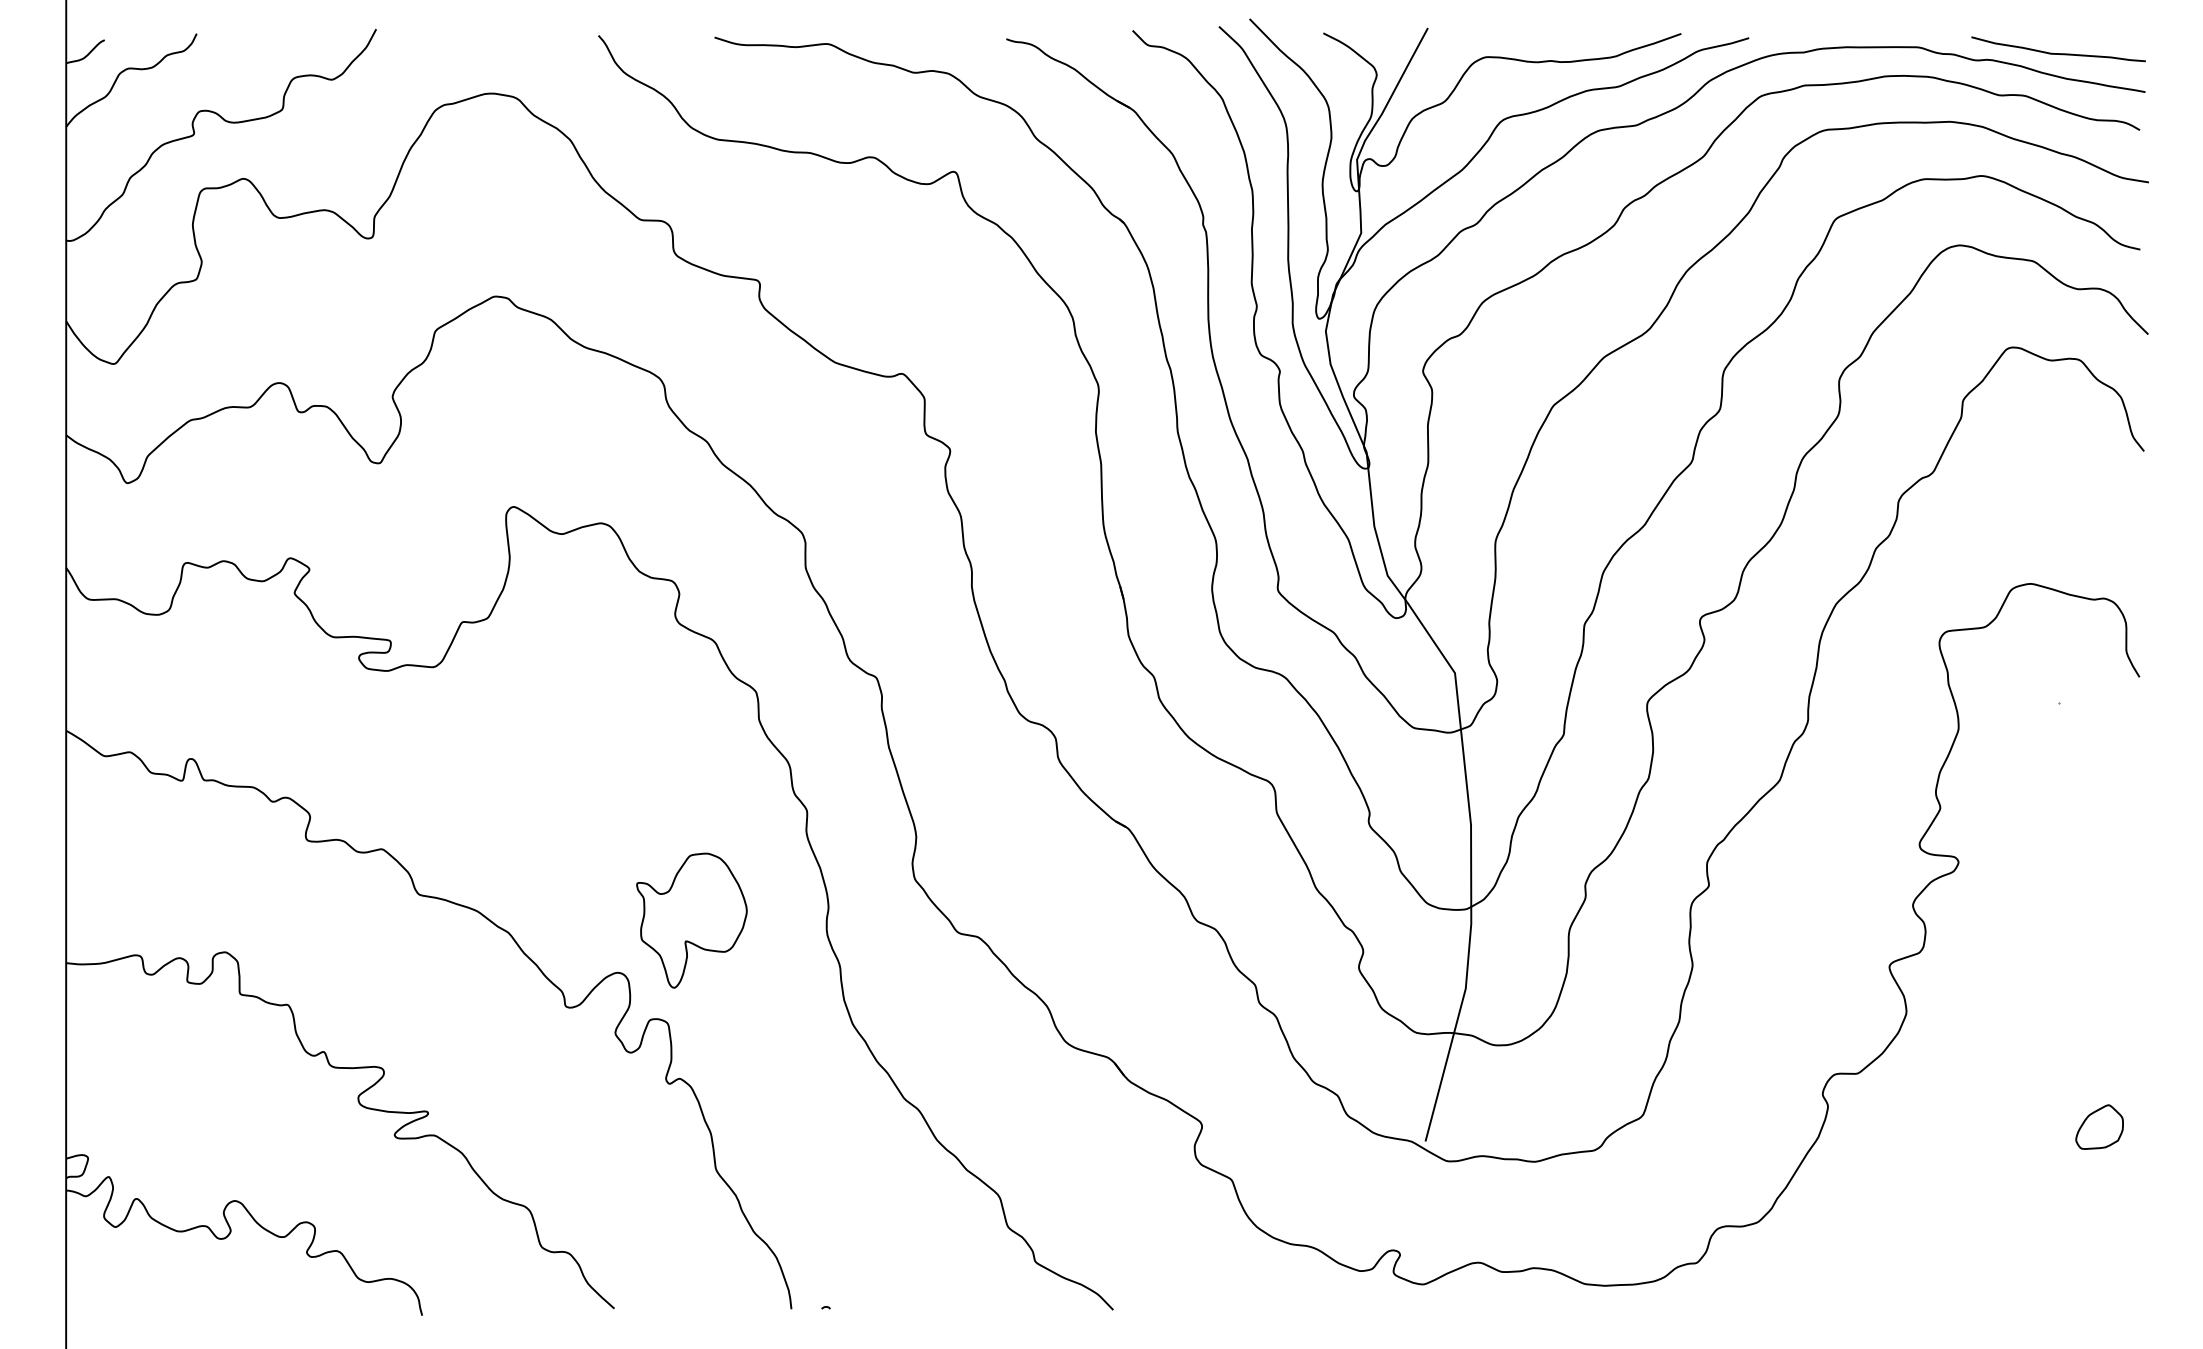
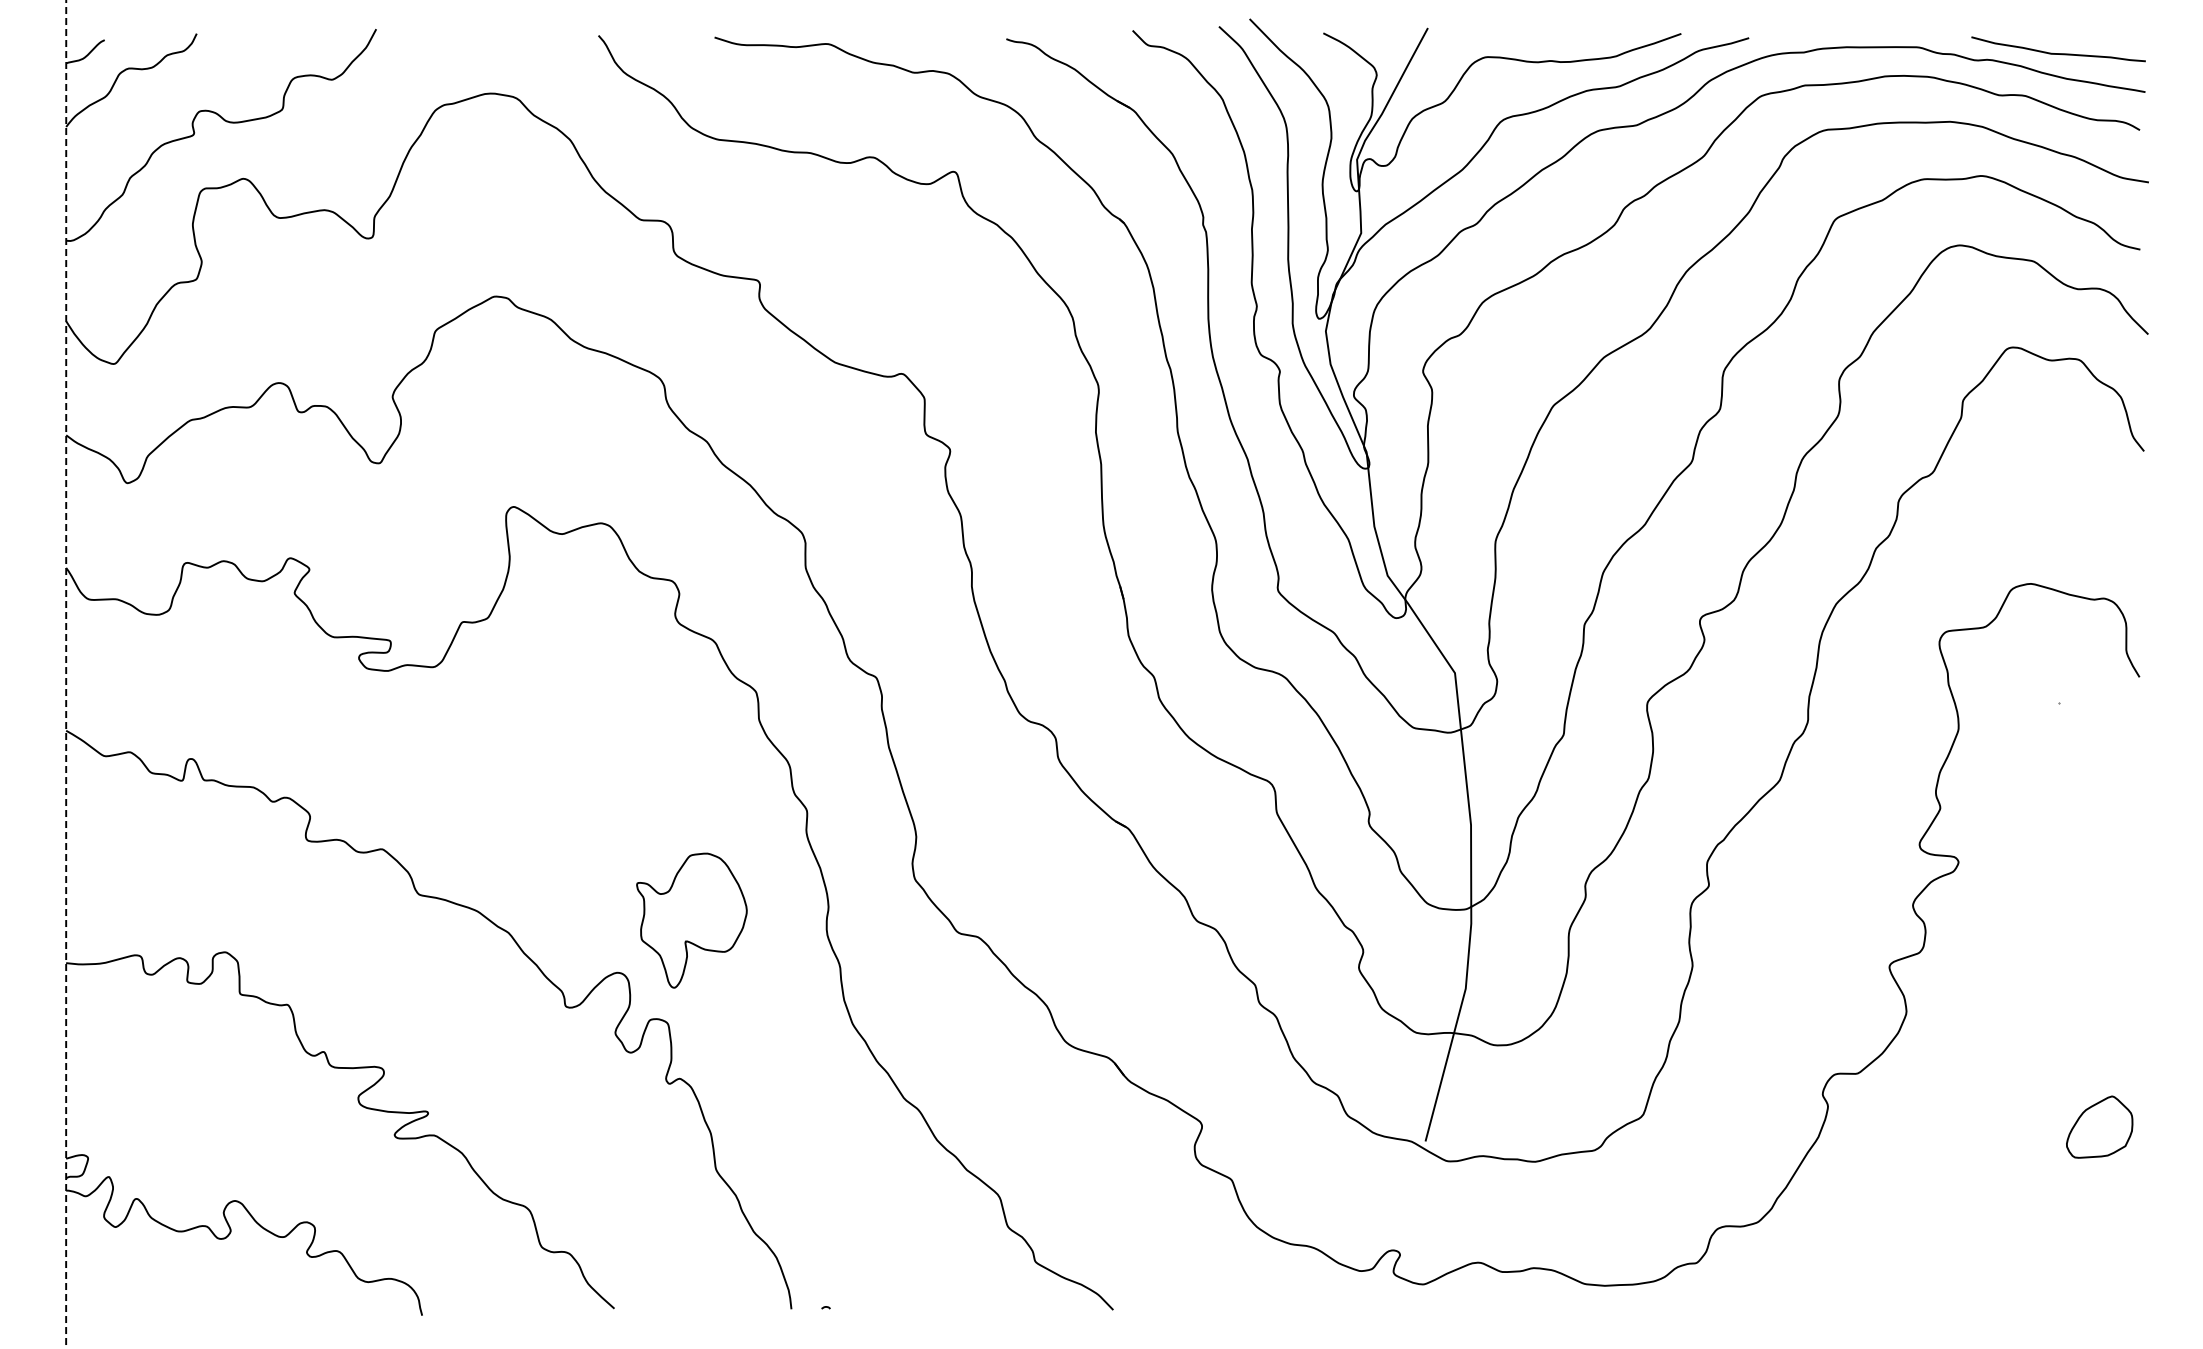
line at (66, 674): solid -> dashed
part at (2099, 1126) size: 49x46 px -> 68x64 px
